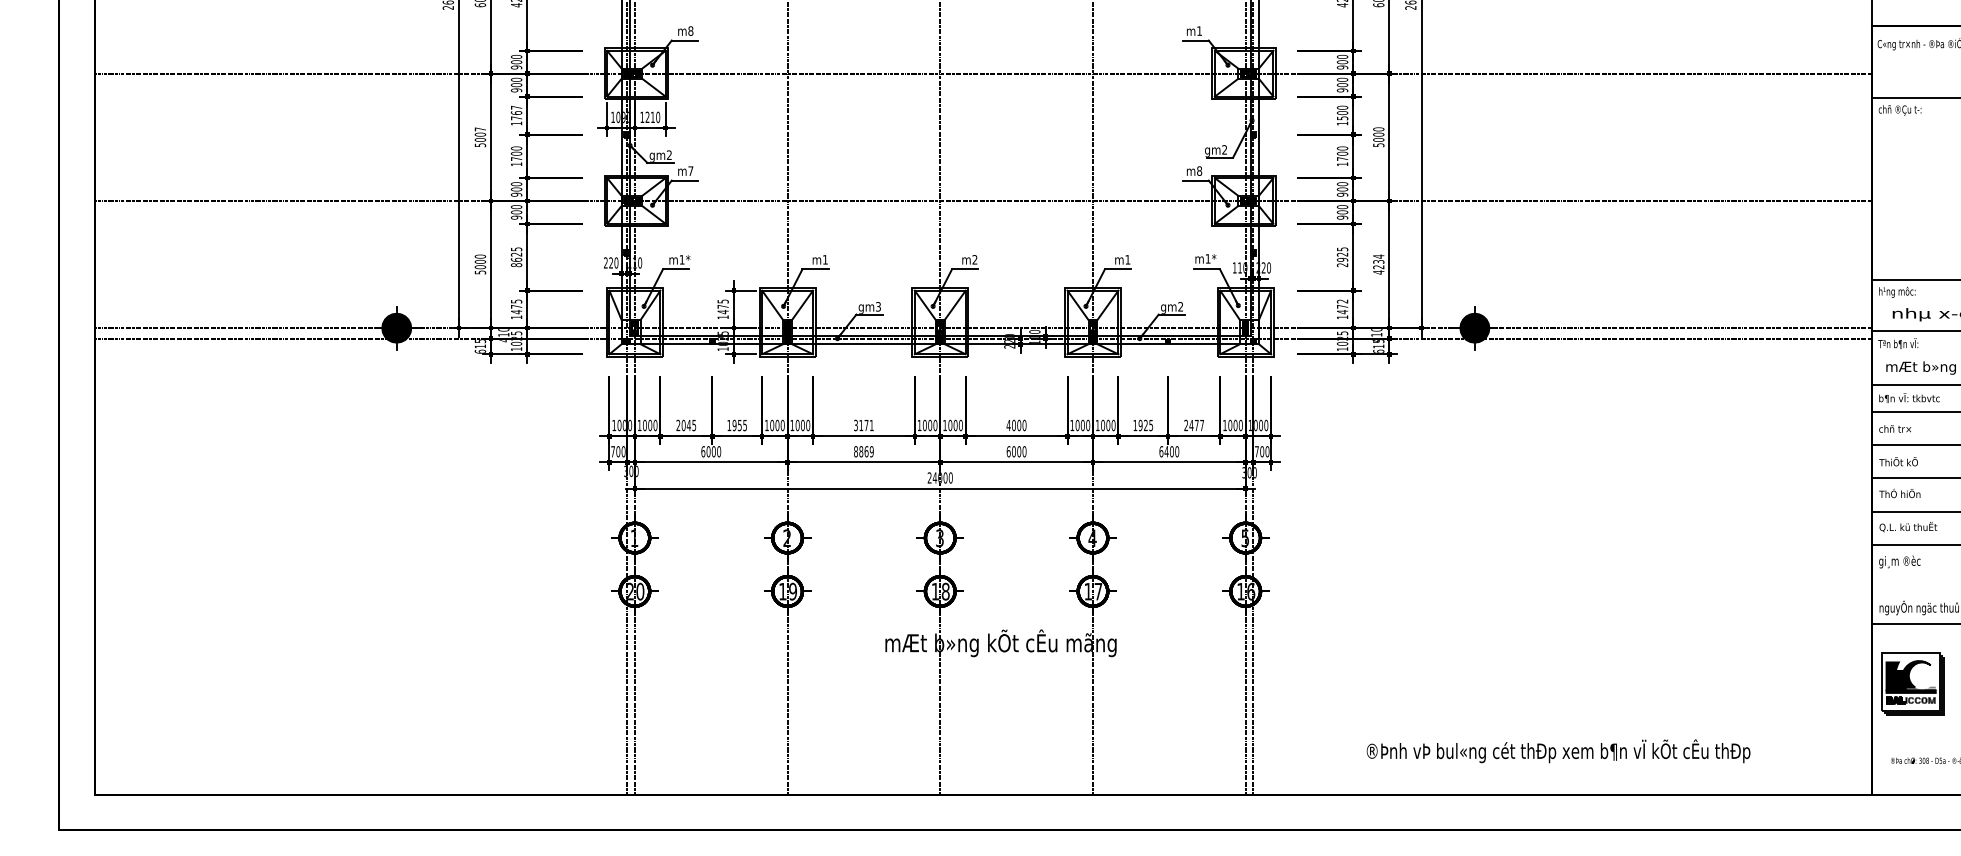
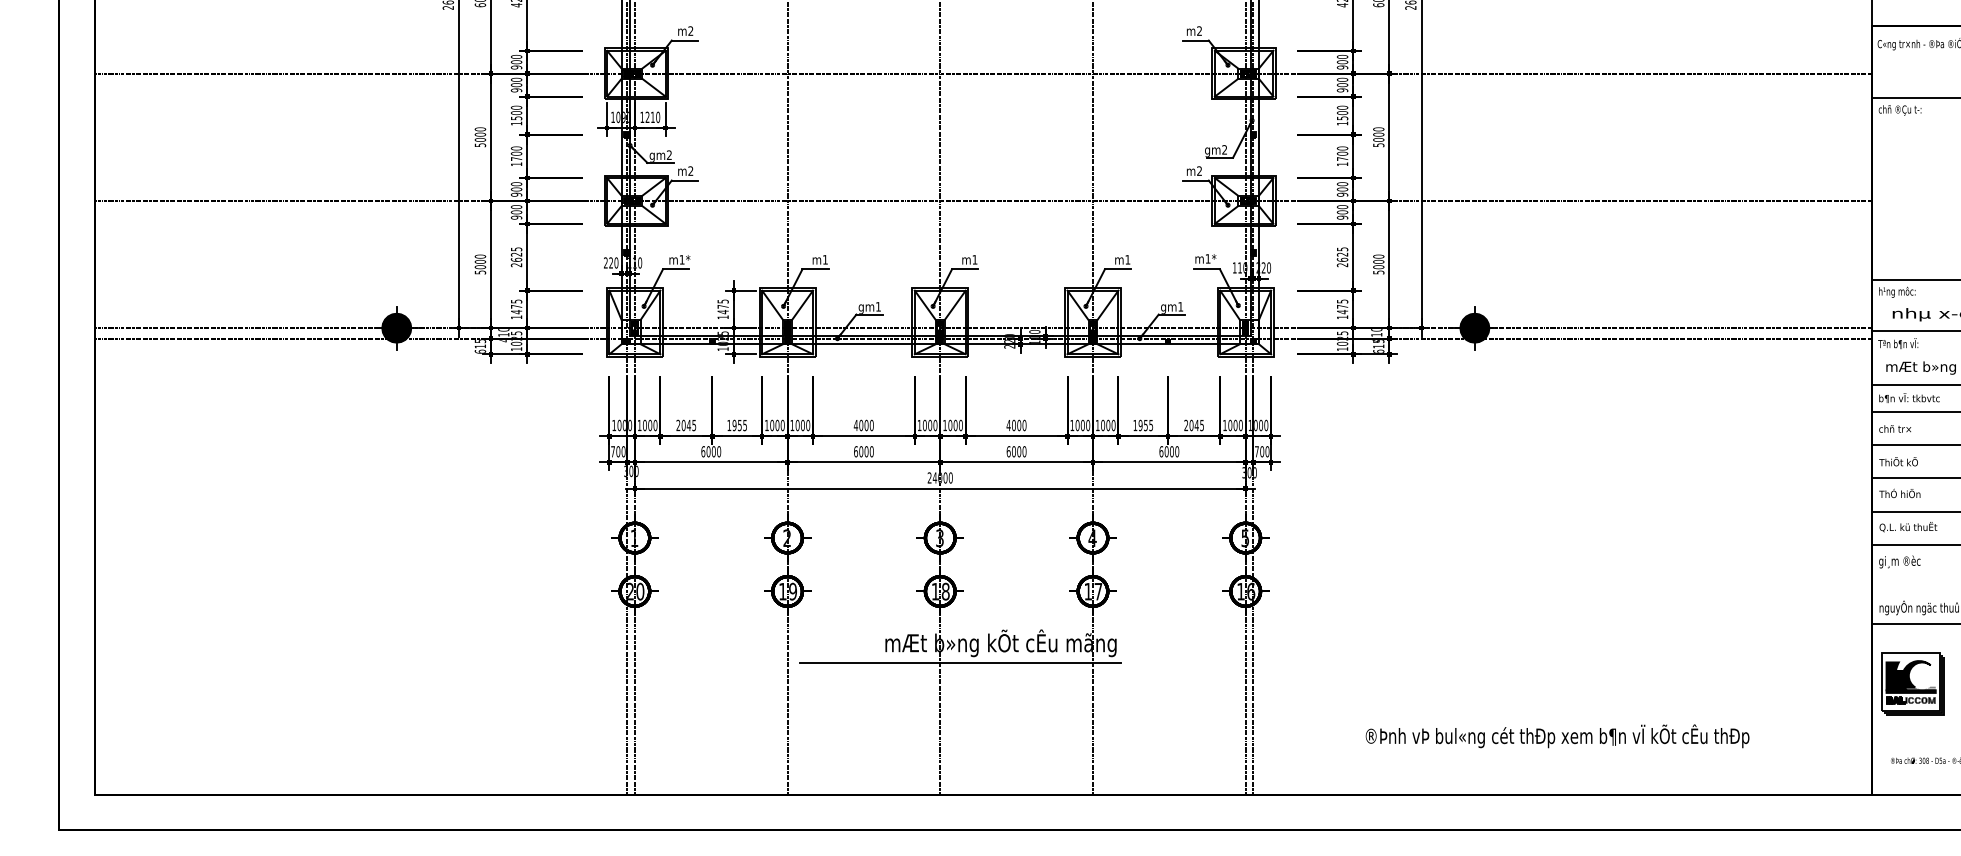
text at (690, 30): m8 -> m2
text at (1199, 30): m1 -> m2
text at (516, 112): 1767 -> 1500
text at (480, 129): 5007 -> 5000
text at (690, 170): m7 -> m2
text at (1199, 170): m8 -> m2
text at (974, 259): m2 -> m1
text at (1342, 259): 2925 -> 2625
text at (1378, 264): 4234 -> 5000
text at (516, 265): 8625 -> 2625
text at (1342, 301): 1472 -> 1475
text at (878, 306): gm3 -> gm1
text at (1180, 306): gm2 -> gm1
text at (863, 425): 3171 -> 4000
text at (1145, 425): 1925 -> 1955
text at (1196, 425): 2477 -> 2045
text at (863, 451): 8869 -> 6000
text at (1166, 451): 6400 -> 6000
line at (960, 662): none -> present
text at (1558, 751) position: (1558, 751) -> (1557, 736)
